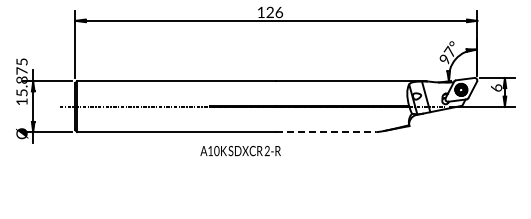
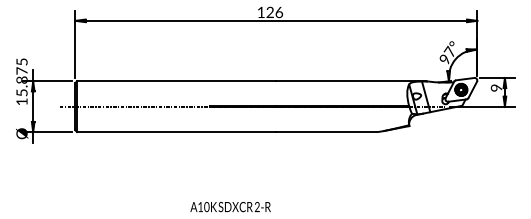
text at (496, 87): 6 -> 9
line at (326, 132): dashed -> solid
text at (240, 151) position: (240, 151) -> (230, 207)
